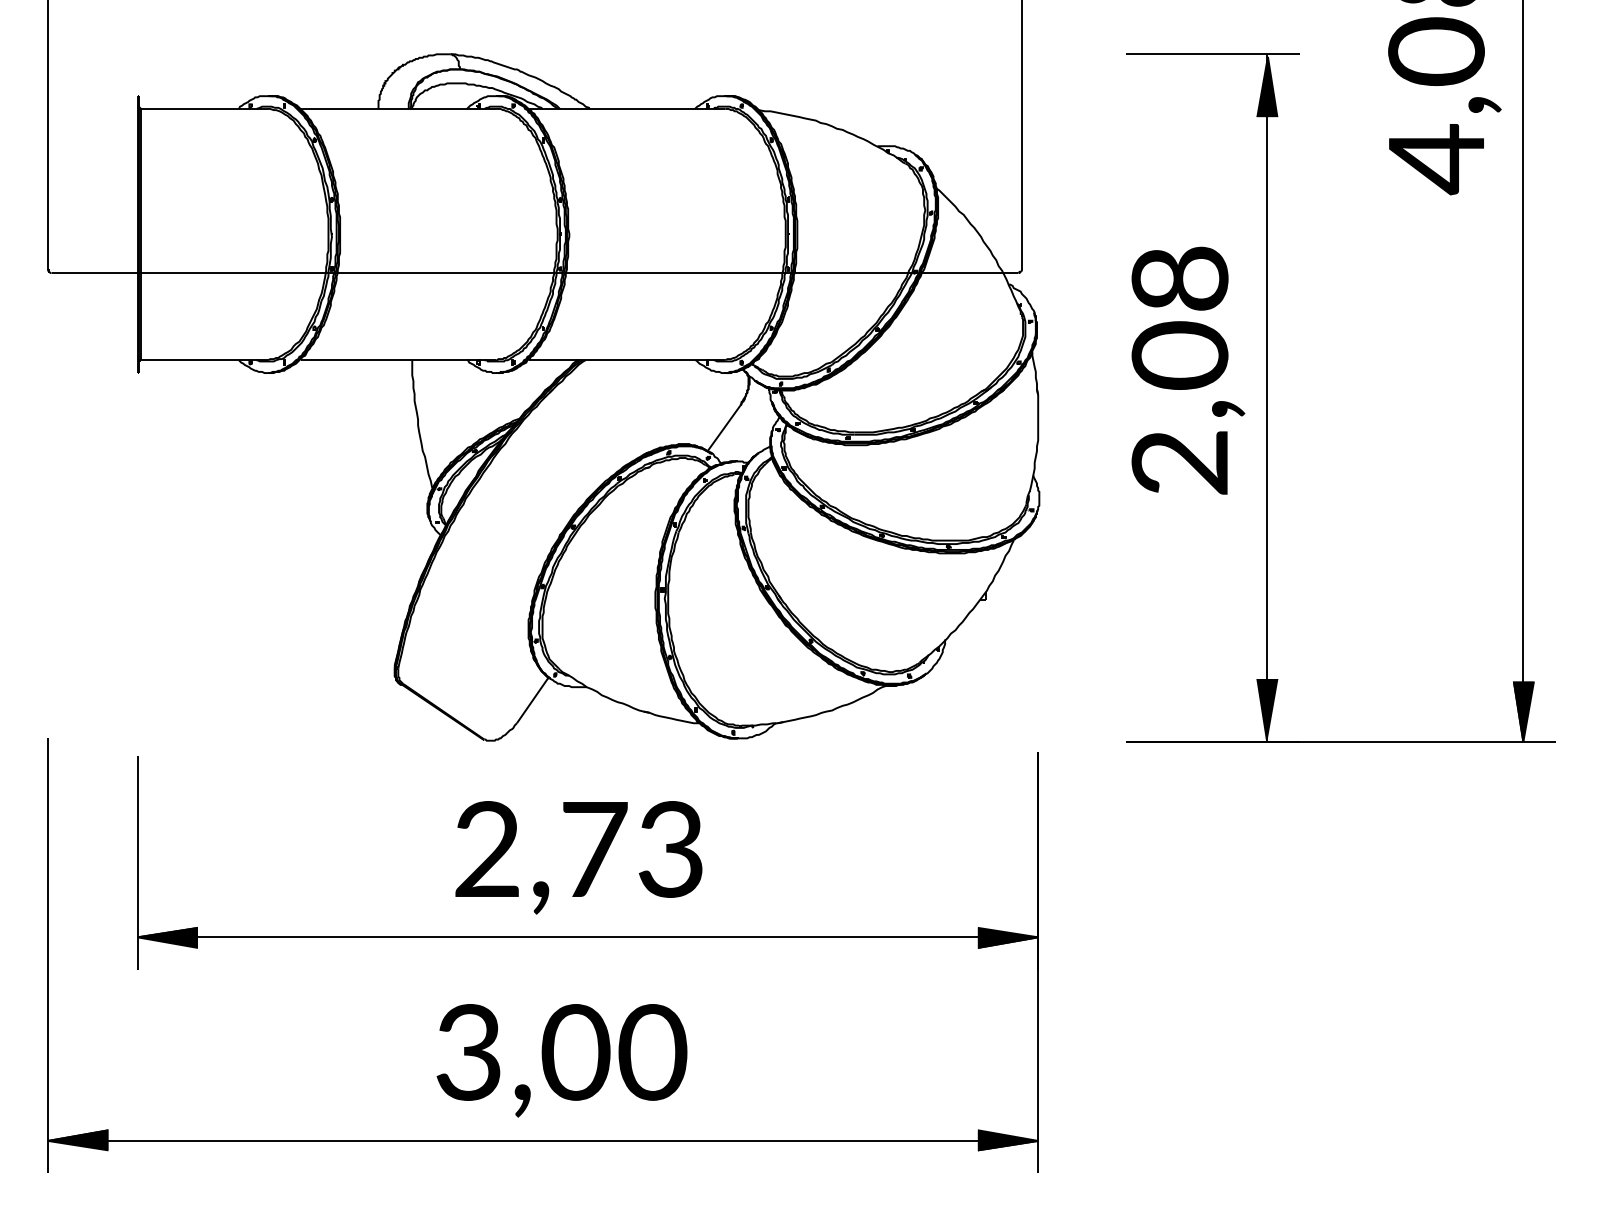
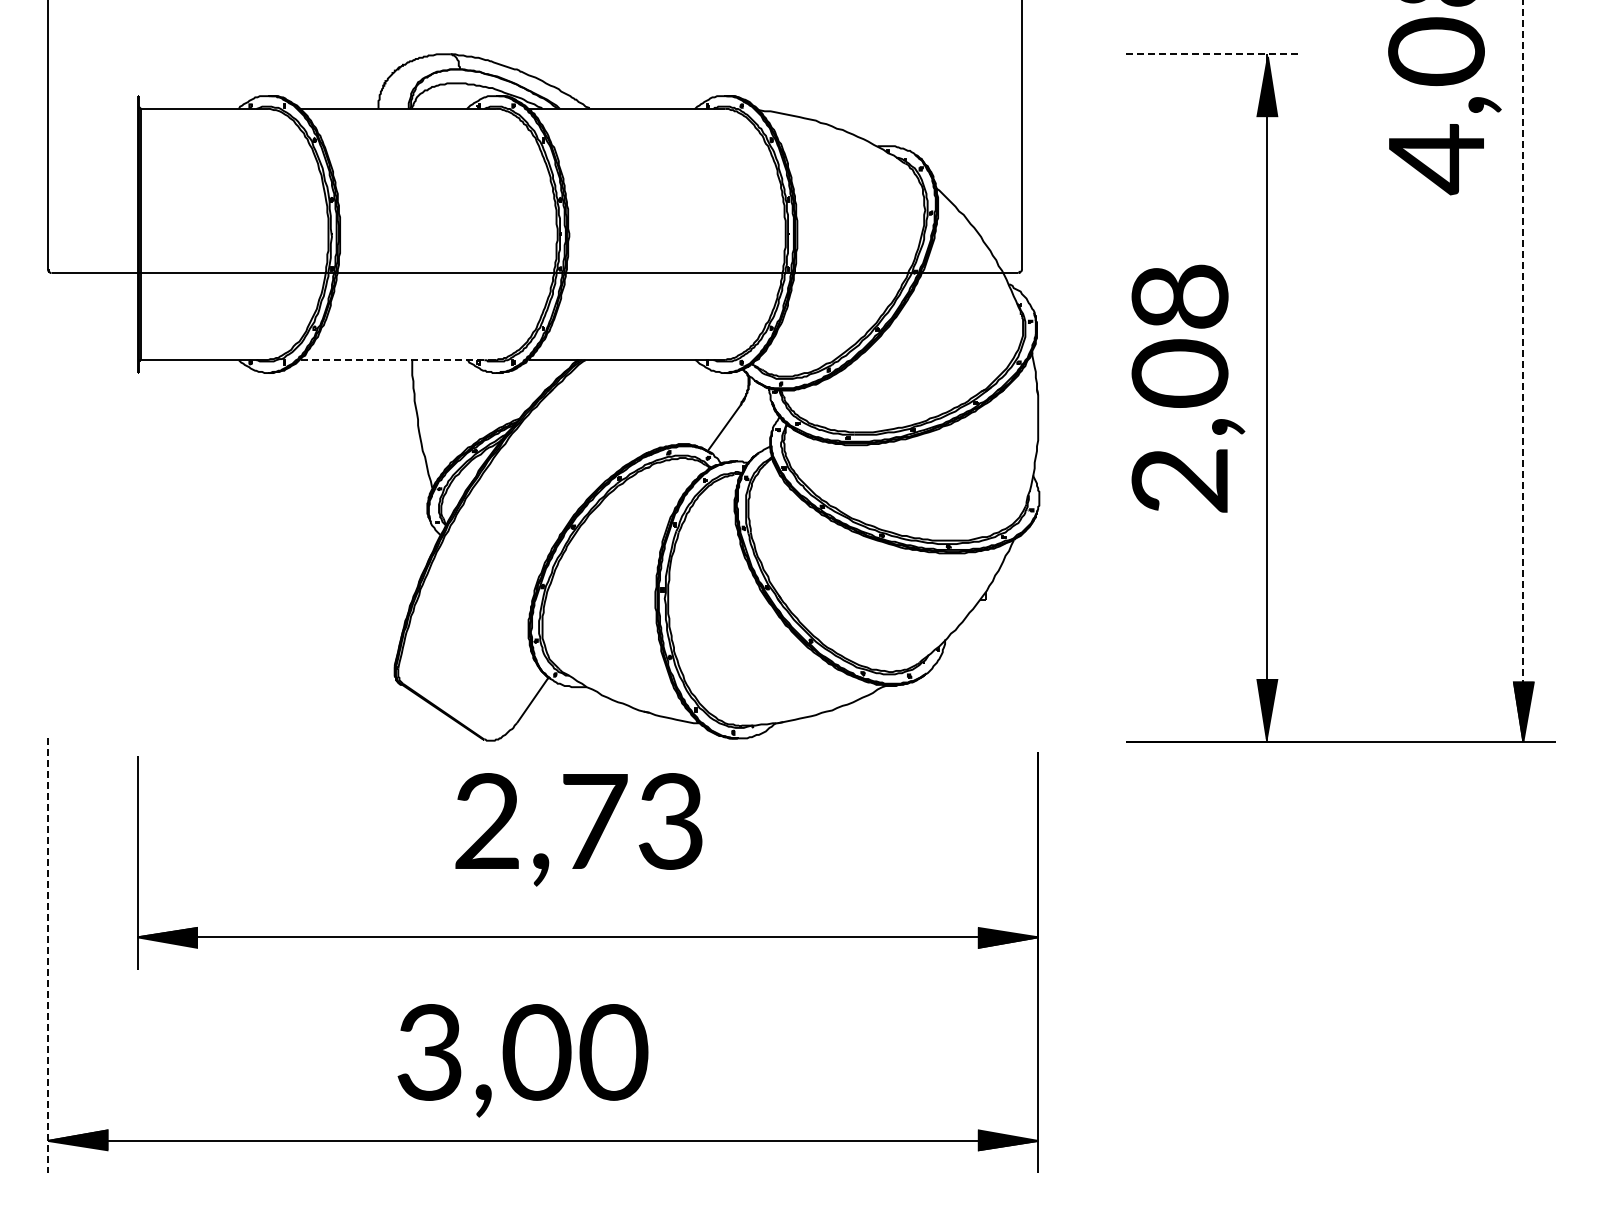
line at (1213, 54): solid -> dashed
line at (398, 360): solid -> dashed
text at (1188, 370) position: (1188, 370) -> (1188, 388)
line at (1523, 371): solid -> dashed
text at (578, 857) position: (578, 857) -> (578, 829)
line at (48, 955): solid -> dashed
text at (561, 1060) position: (561, 1060) -> (522, 1060)
